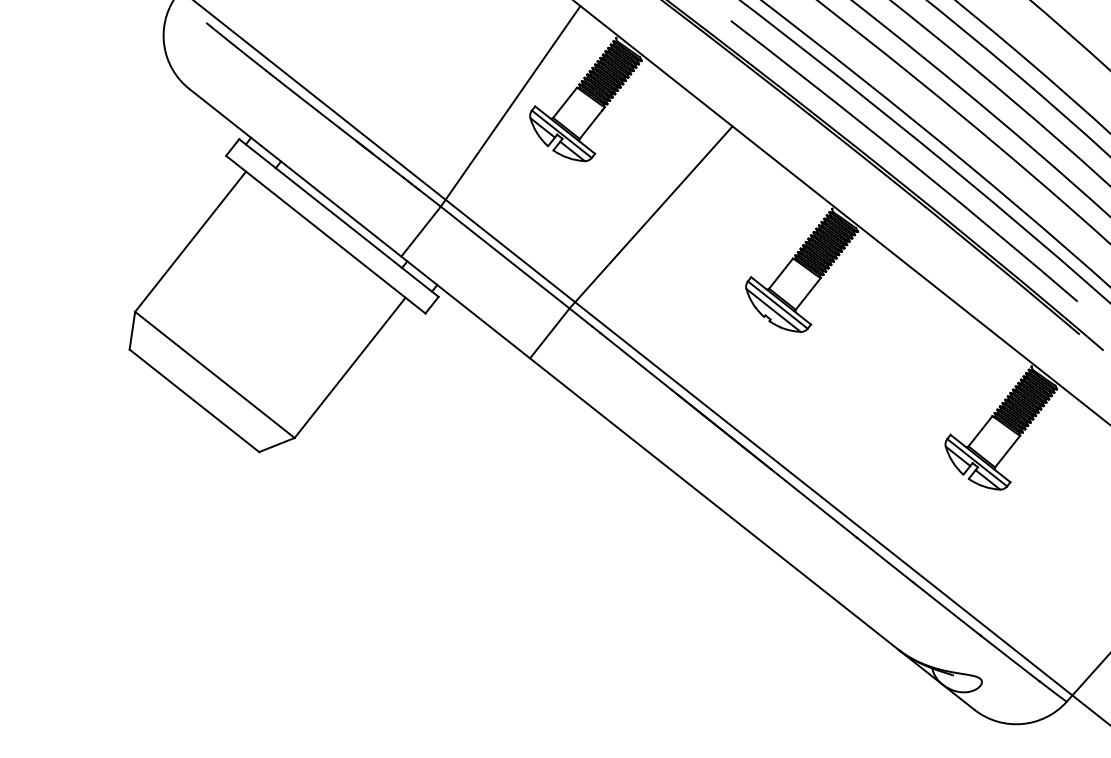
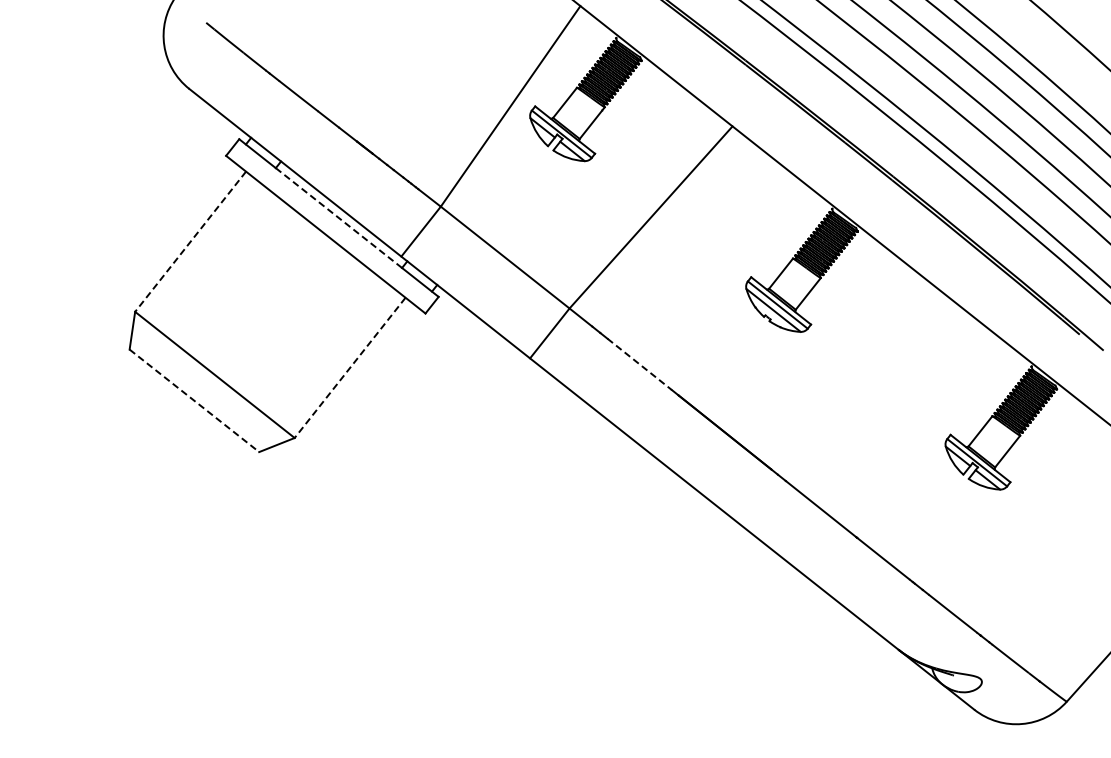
part at (903, 160): present -> none
line at (338, 217): solid -> dashed
line at (190, 242): solid -> dashed
line at (651, 362): present -> none
line at (640, 364): solid -> dashed
line at (349, 368): solid -> dashed
line at (194, 400): solid -> dashed
